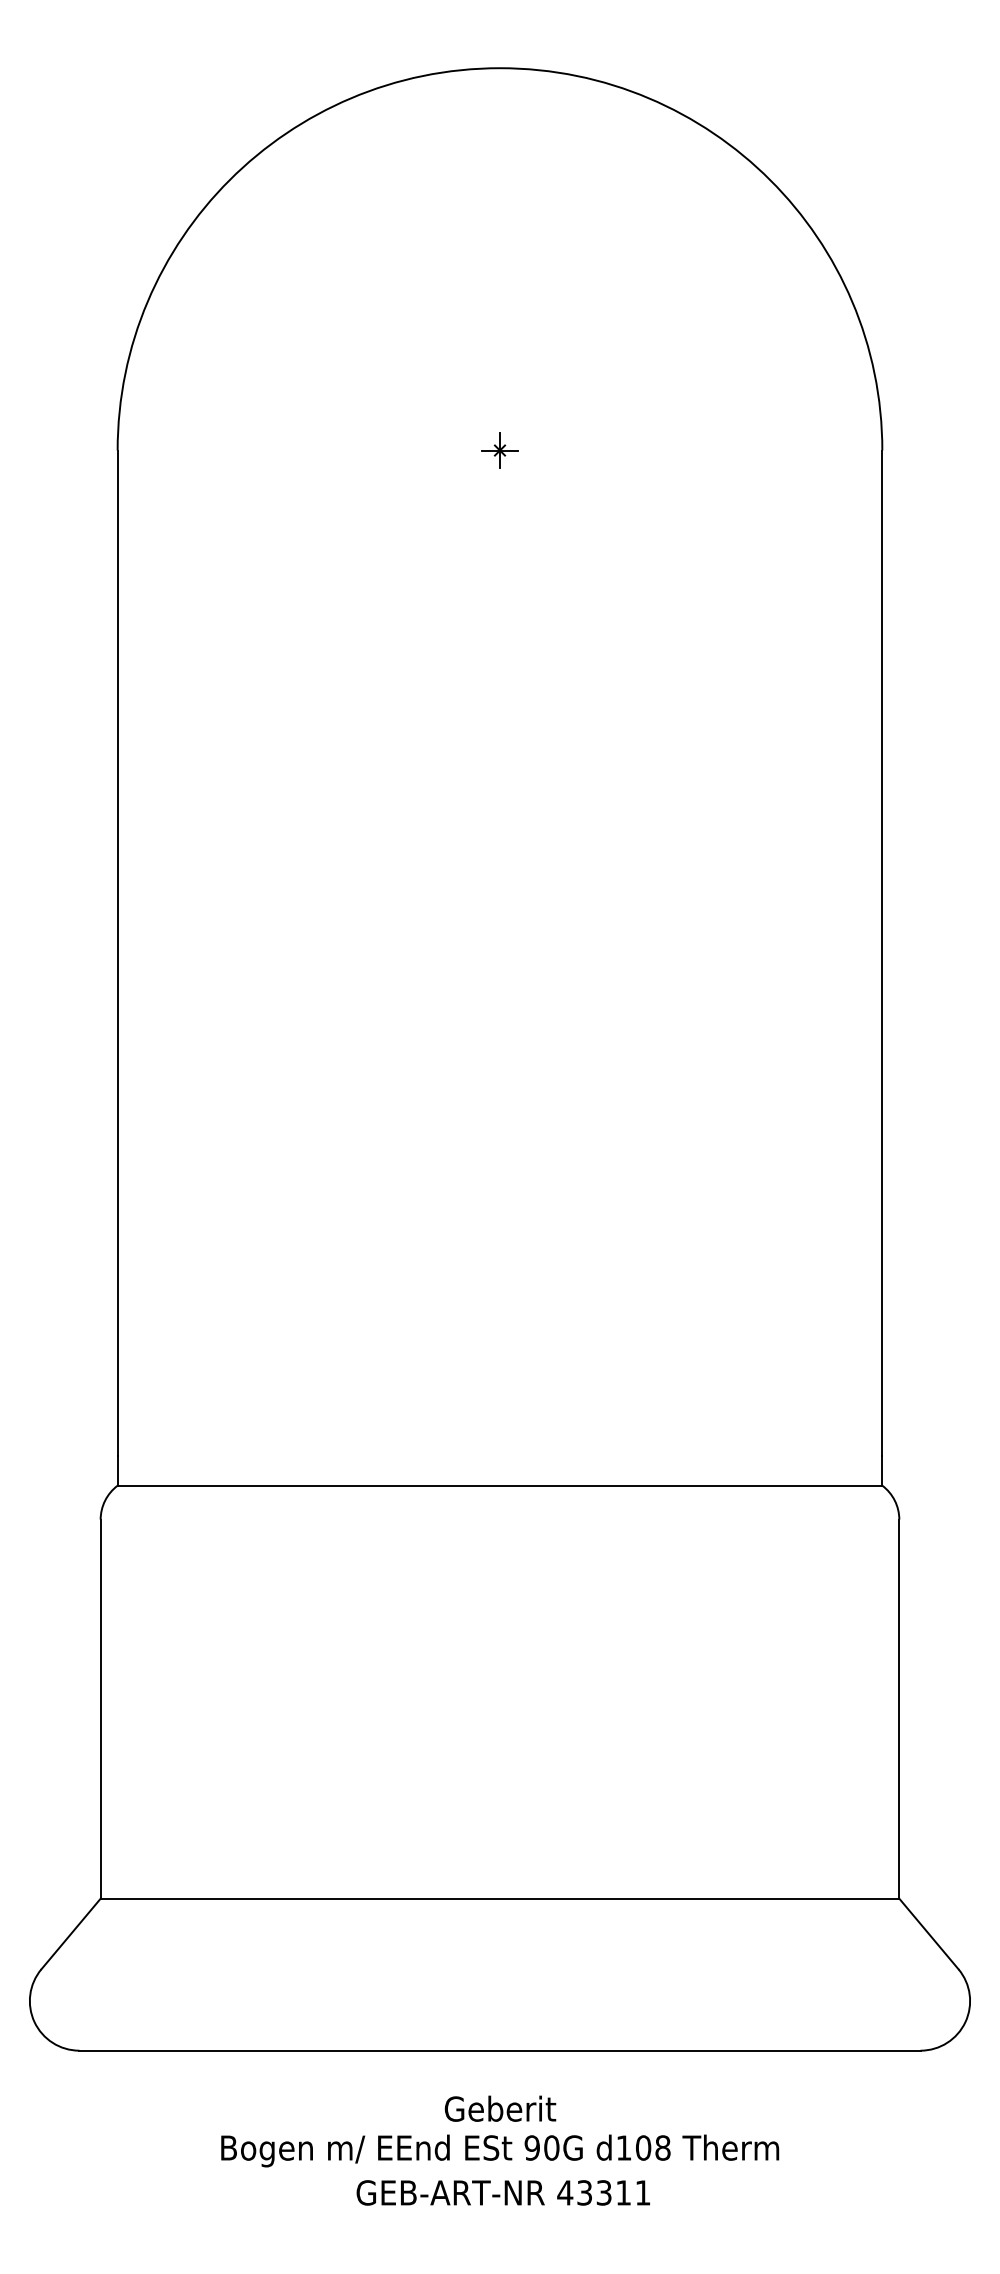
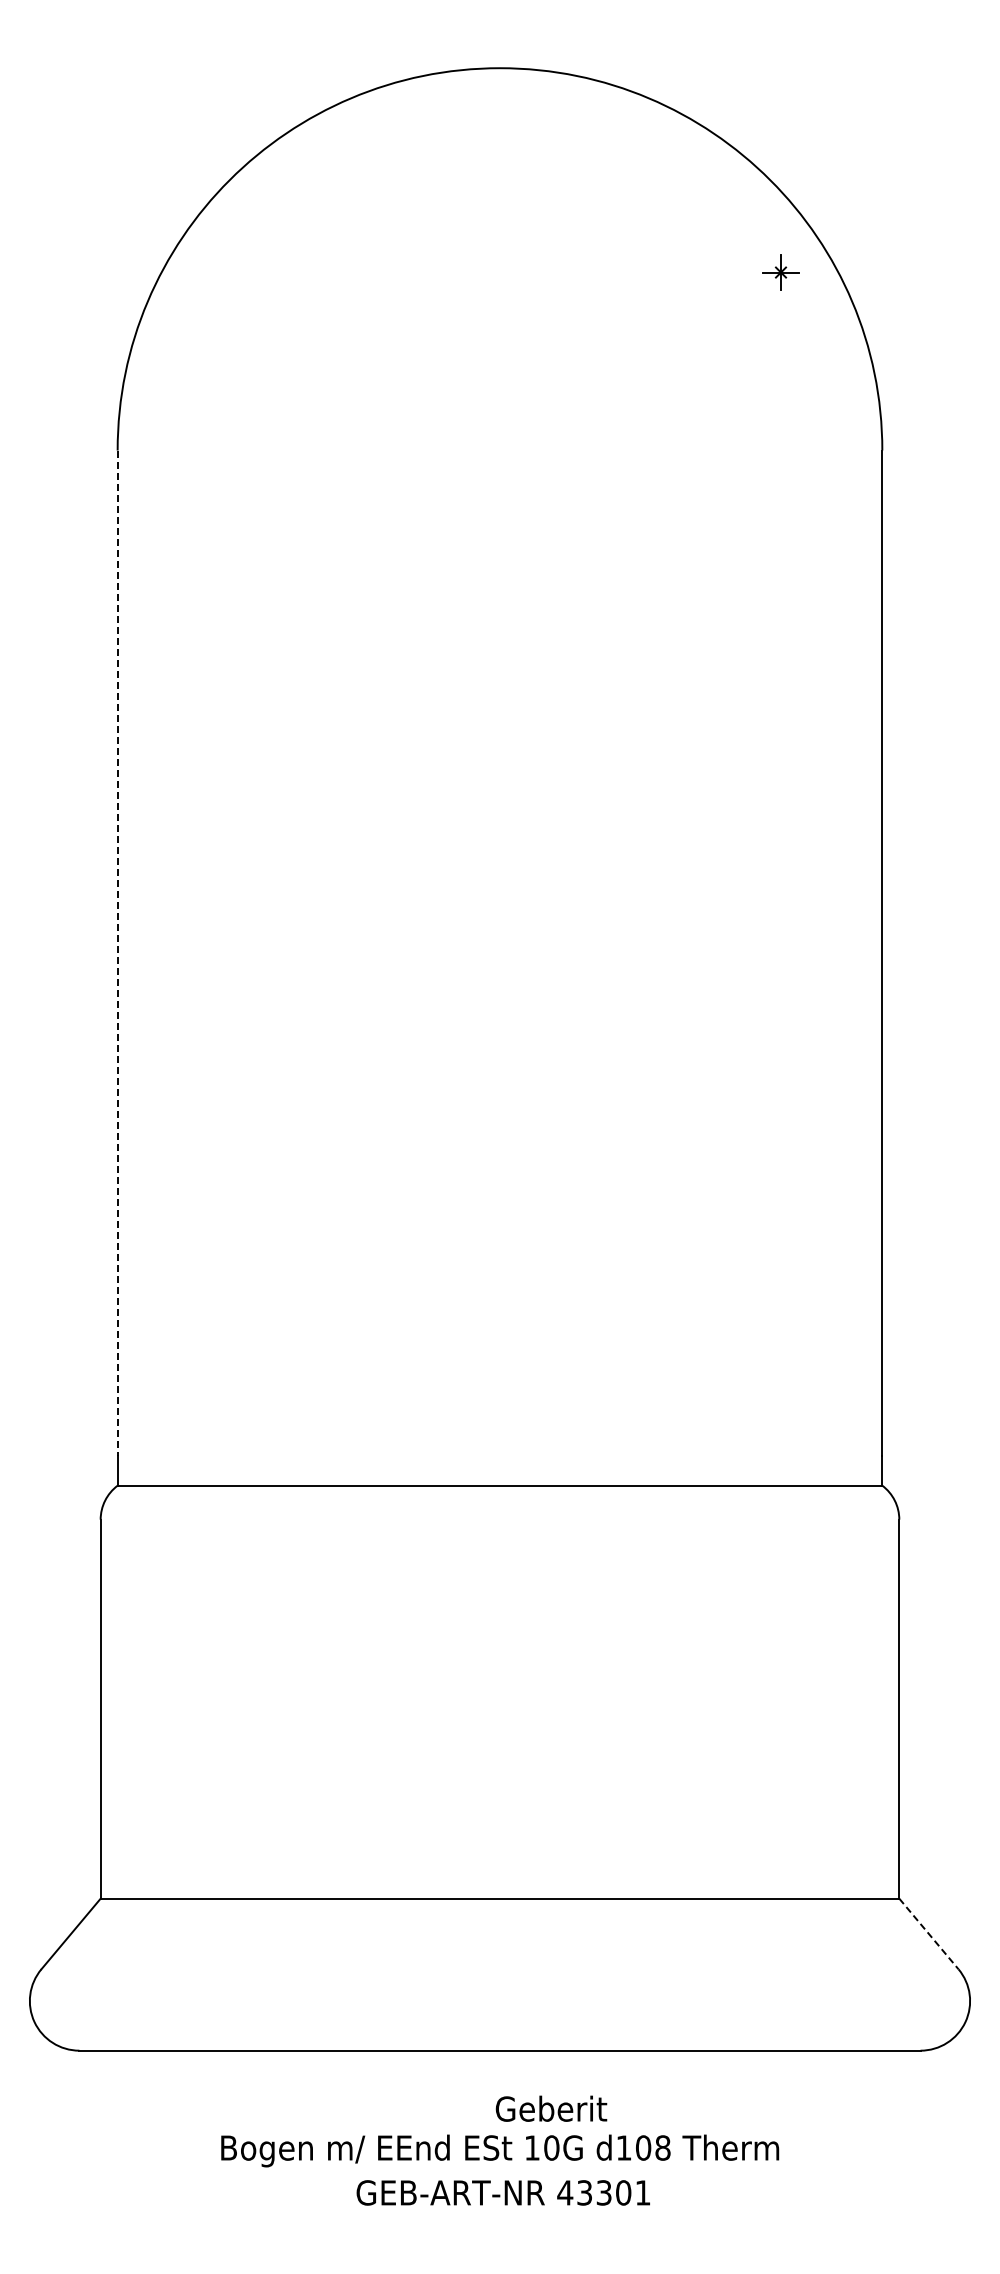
part at (499, 450) position: (499, 450) -> (780, 272)
line at (117, 953): solid -> dashed
line at (929, 1934): solid -> dashed
text at (500, 2108) position: (500, 2108) -> (551, 2108)
text at (531, 2147): 90G -> 10G
text at (623, 2192): 43311 -> 43301
